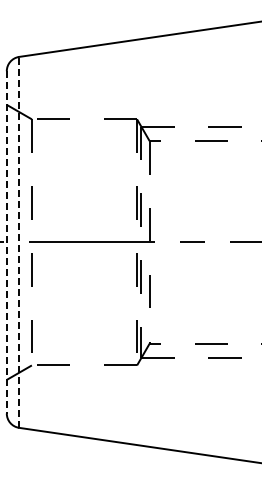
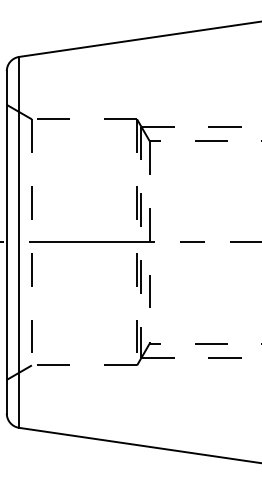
line at (19, 241): dashed -> solid
line at (6, 242): dashed -> solid
